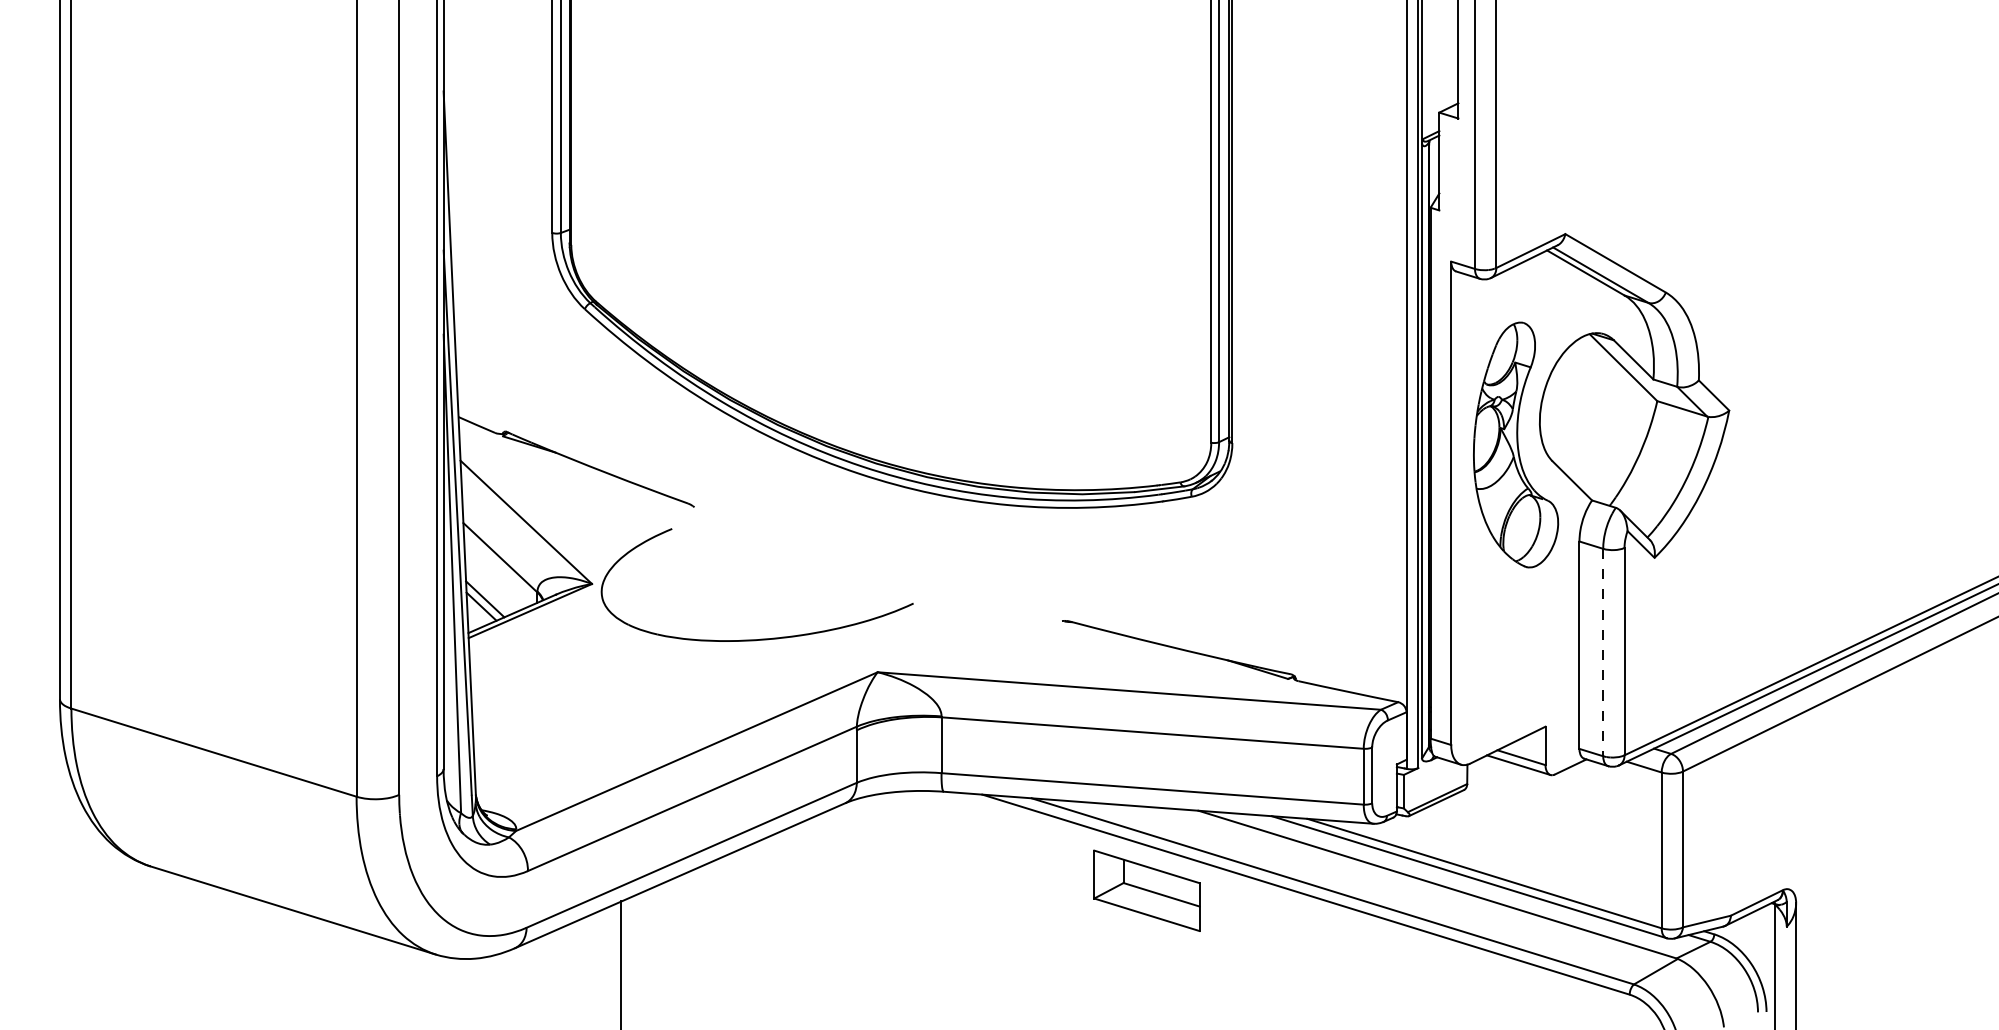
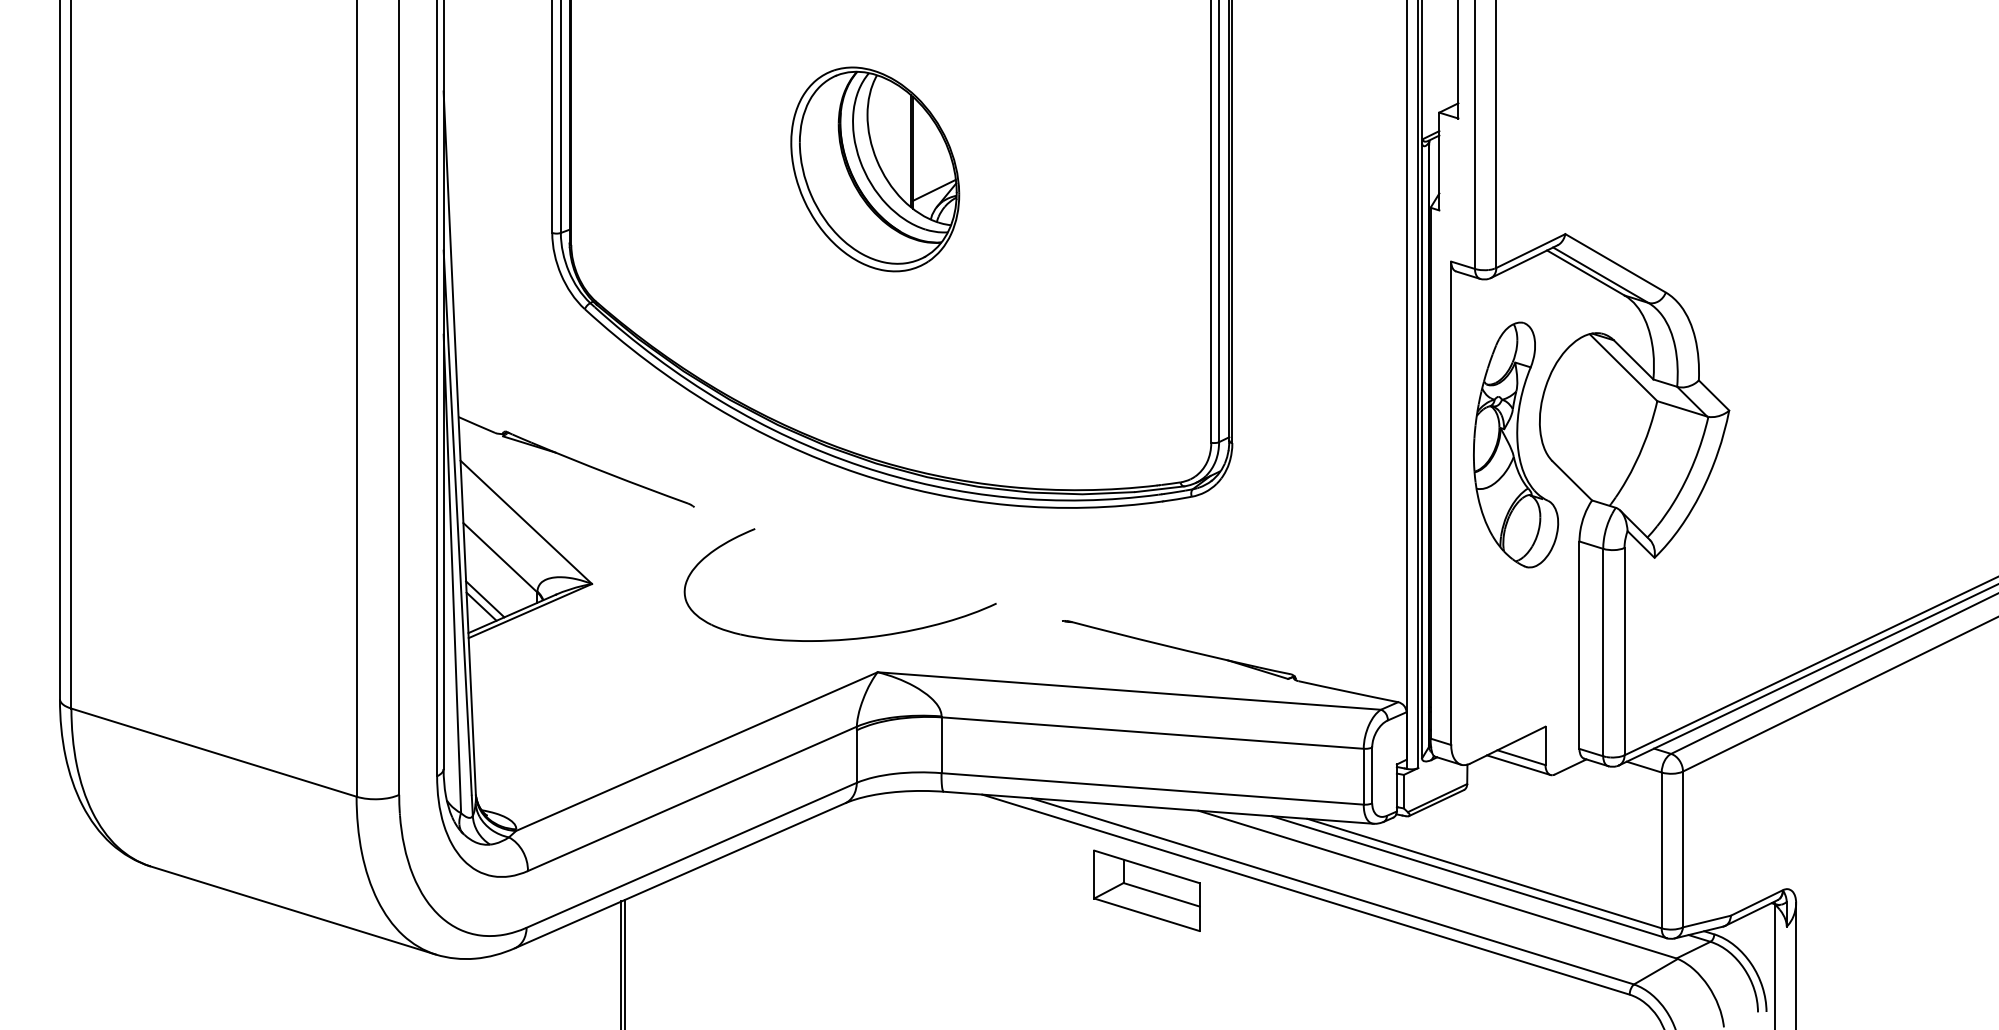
part at (875, 169): none -> present
part at (760, 638) position: (760, 638) -> (843, 638)
line at (1603, 652): dashed -> solid
line at (624, 962): none -> present
